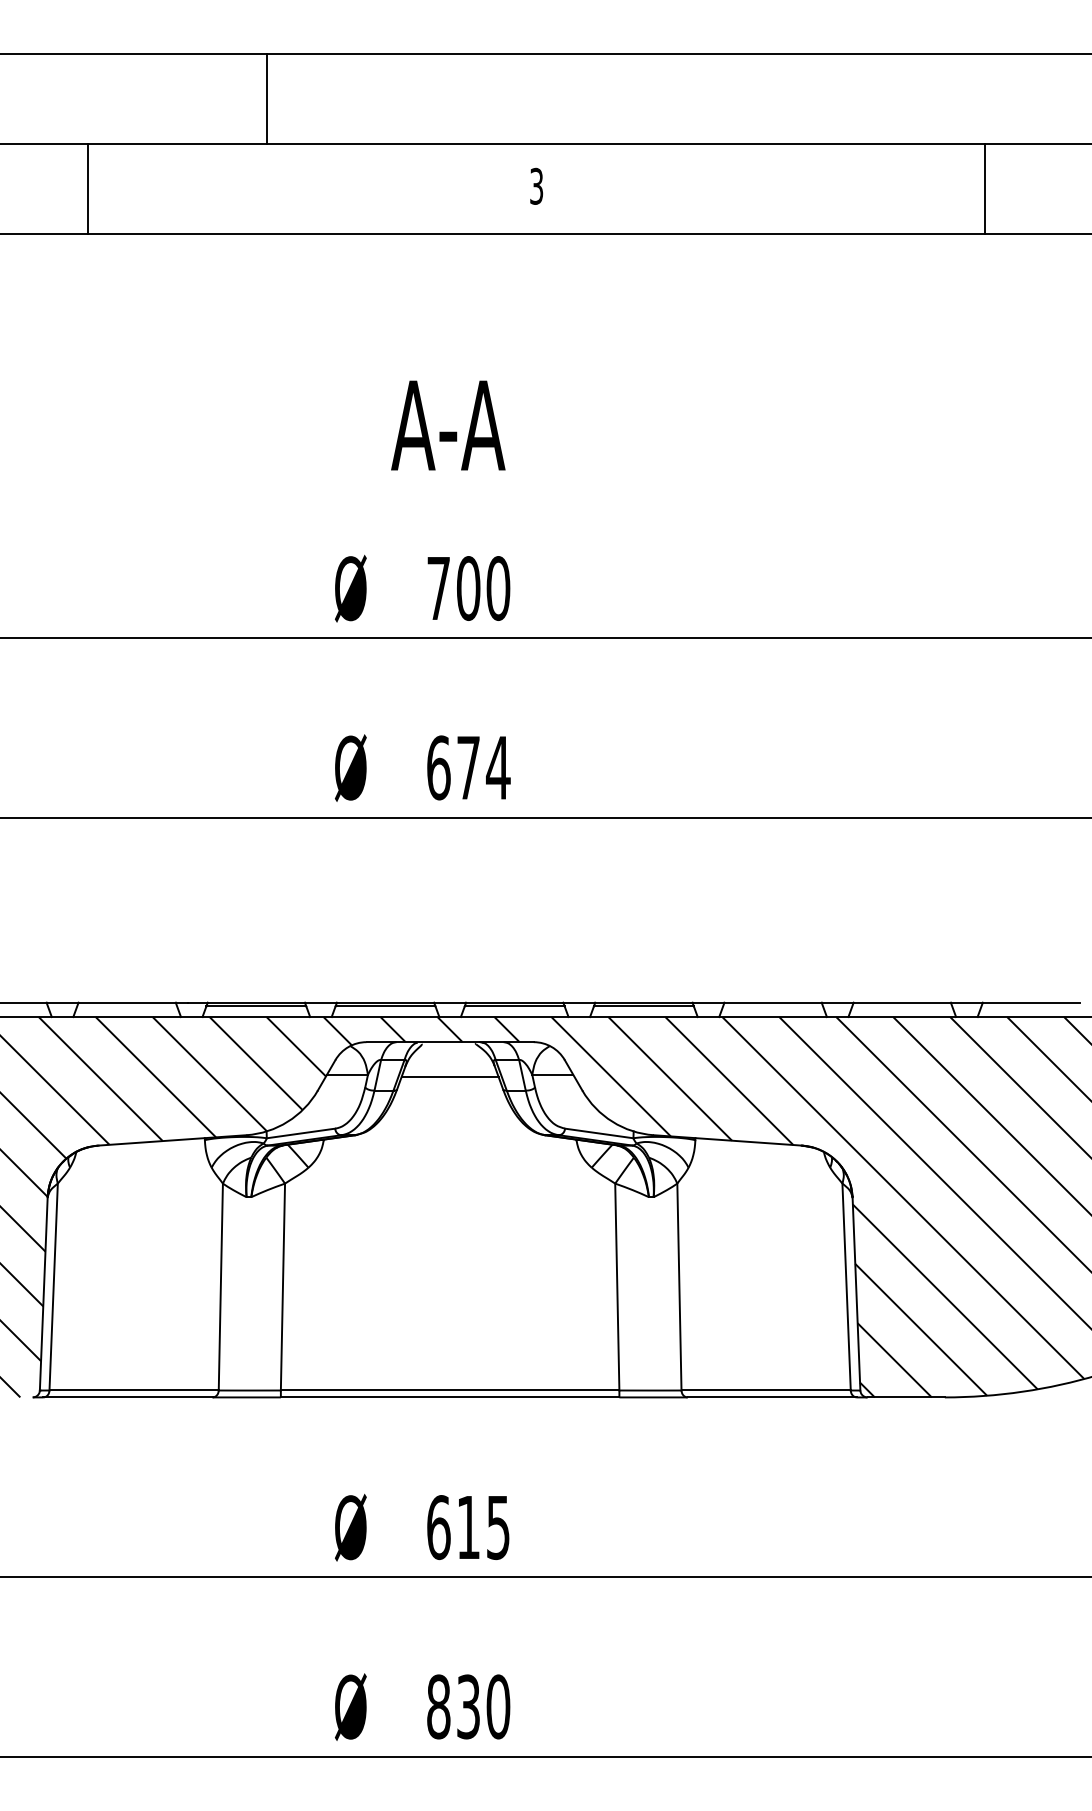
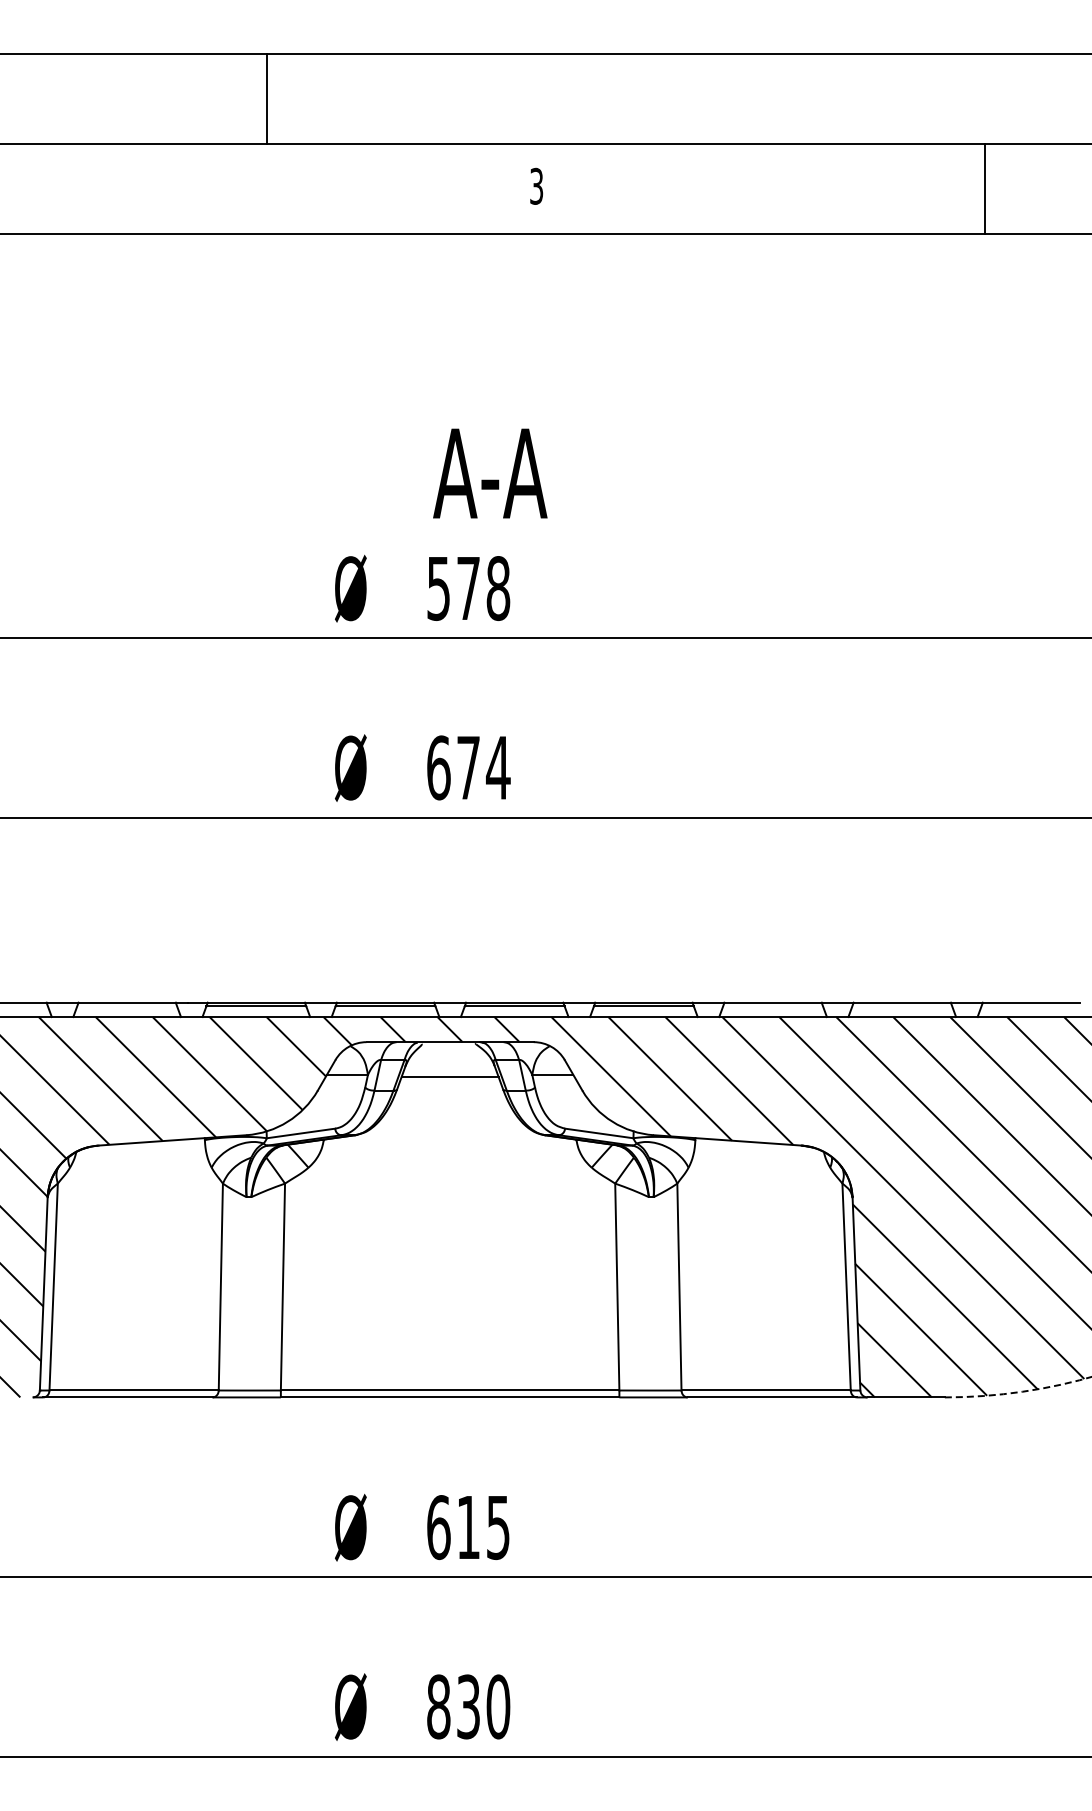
line at (87, 188): present -> none
text at (448, 425) position: (448, 425) -> (490, 473)
text at (468, 588): 700 -> 578
arc at (1019, 1392): solid -> dashed
